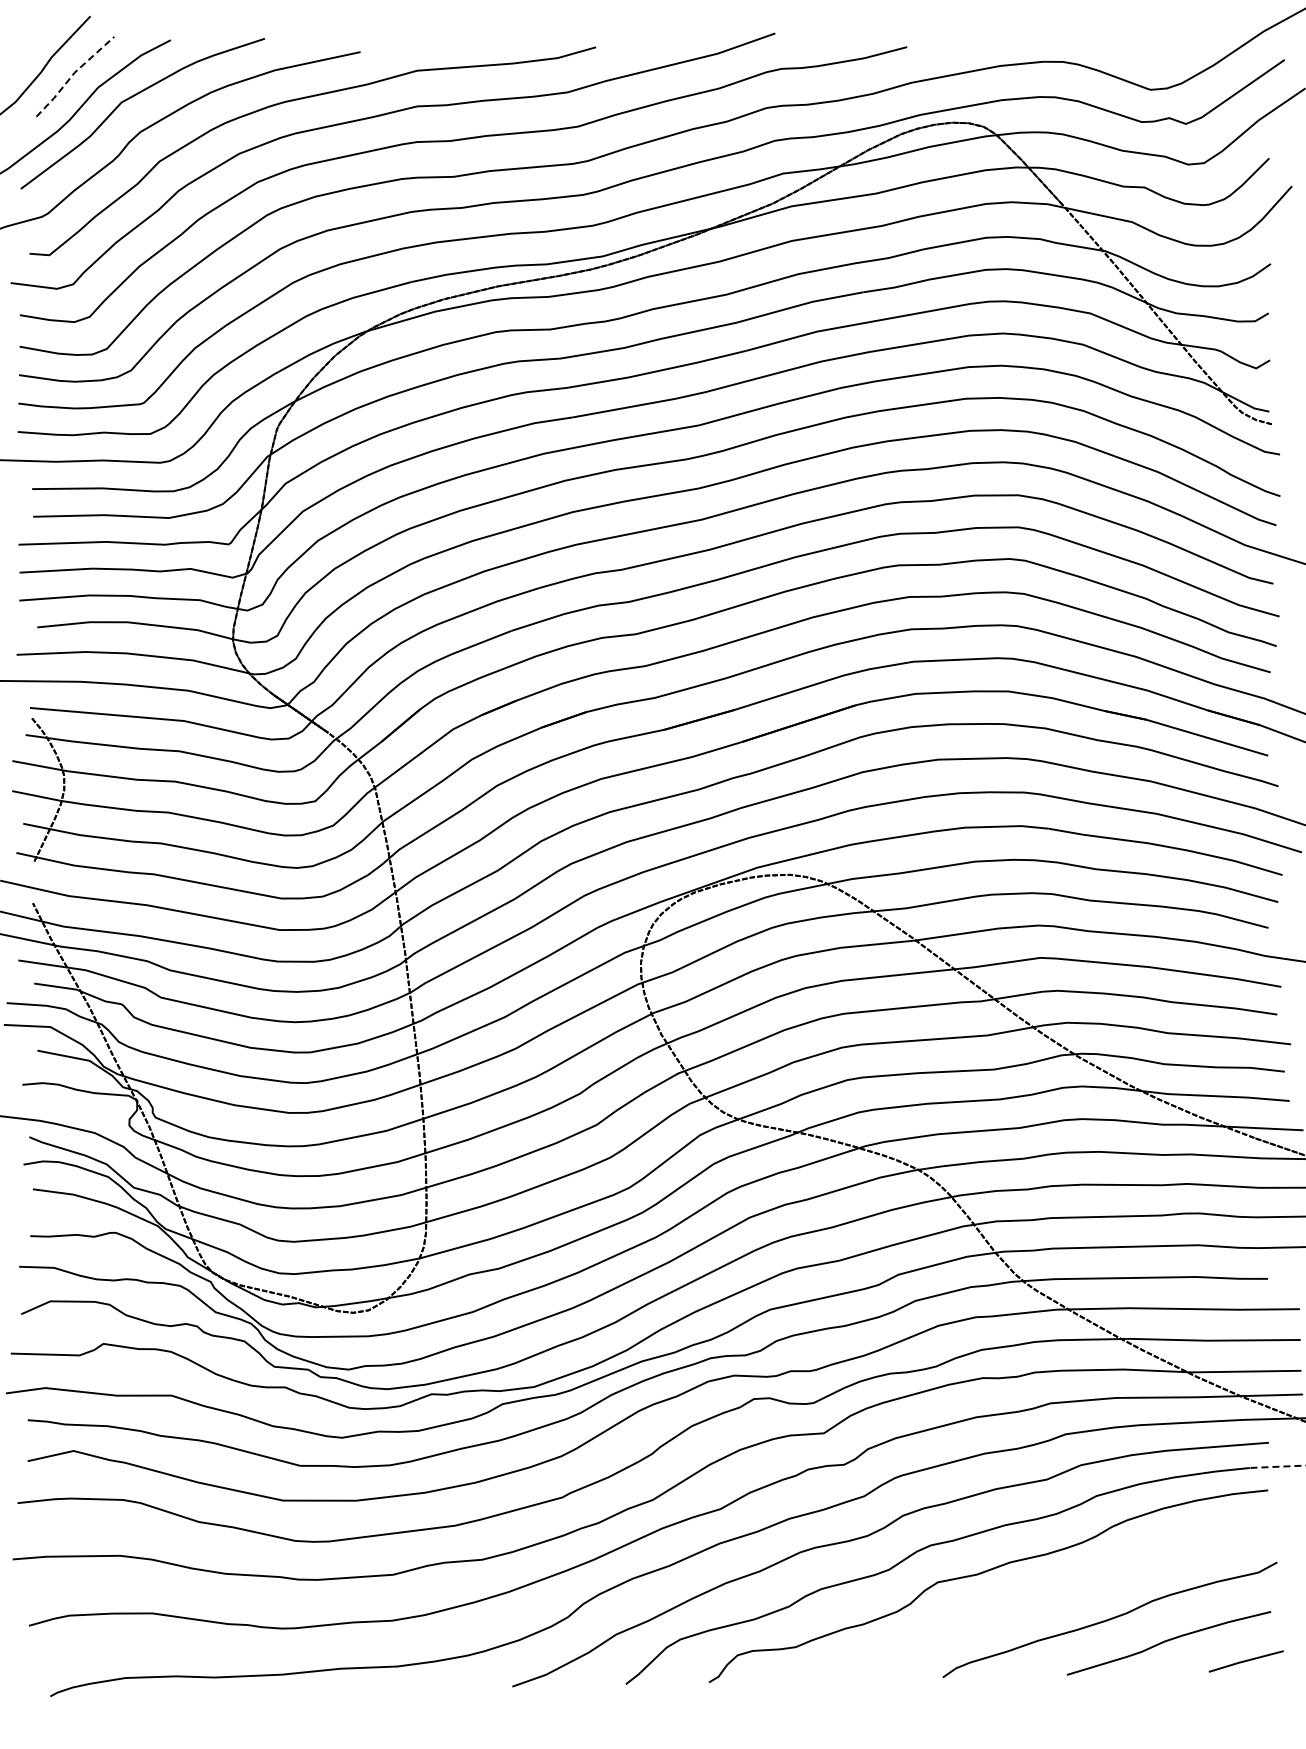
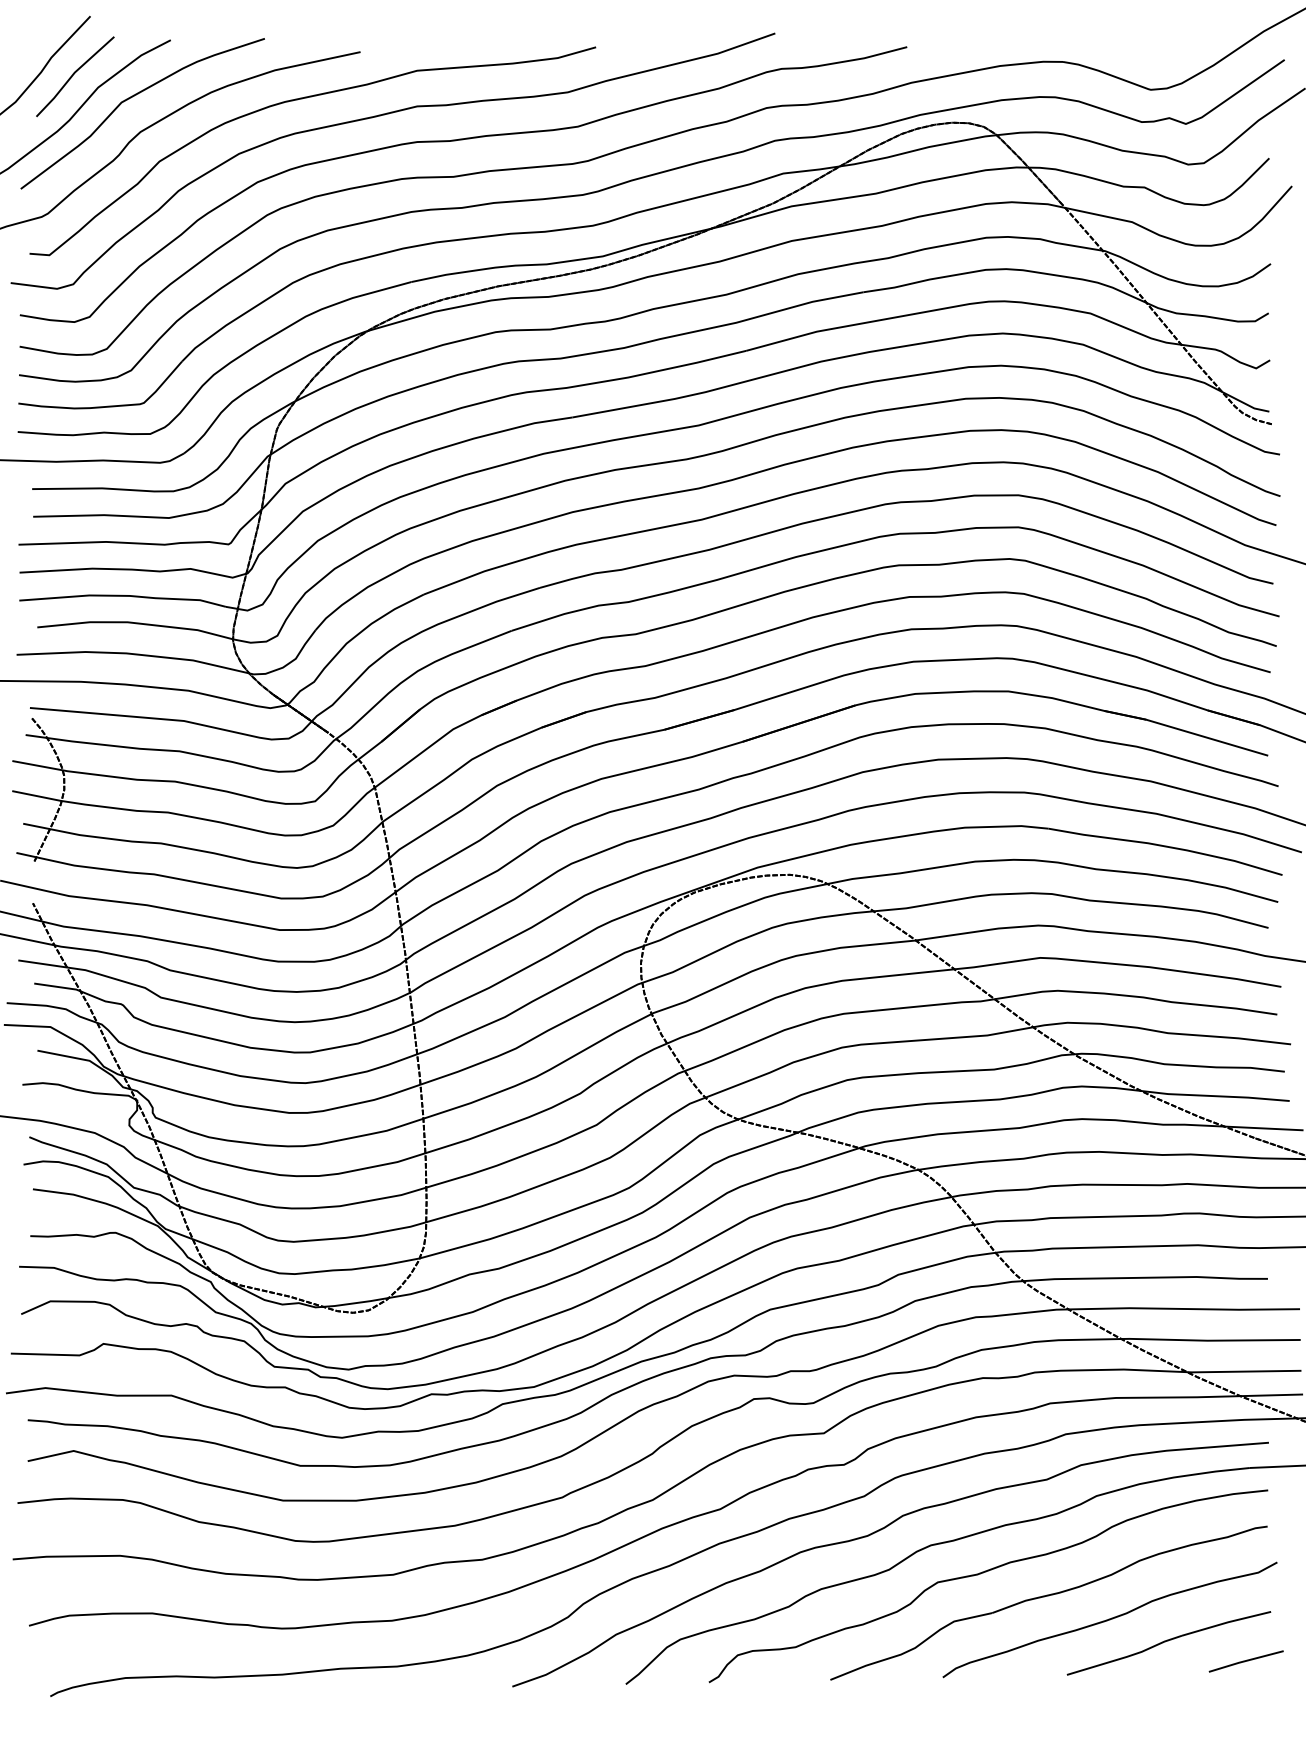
line at (73, 74): dashed -> solid
line at (1277, 1466): dashed -> solid
part at (1048, 1602): none -> present
